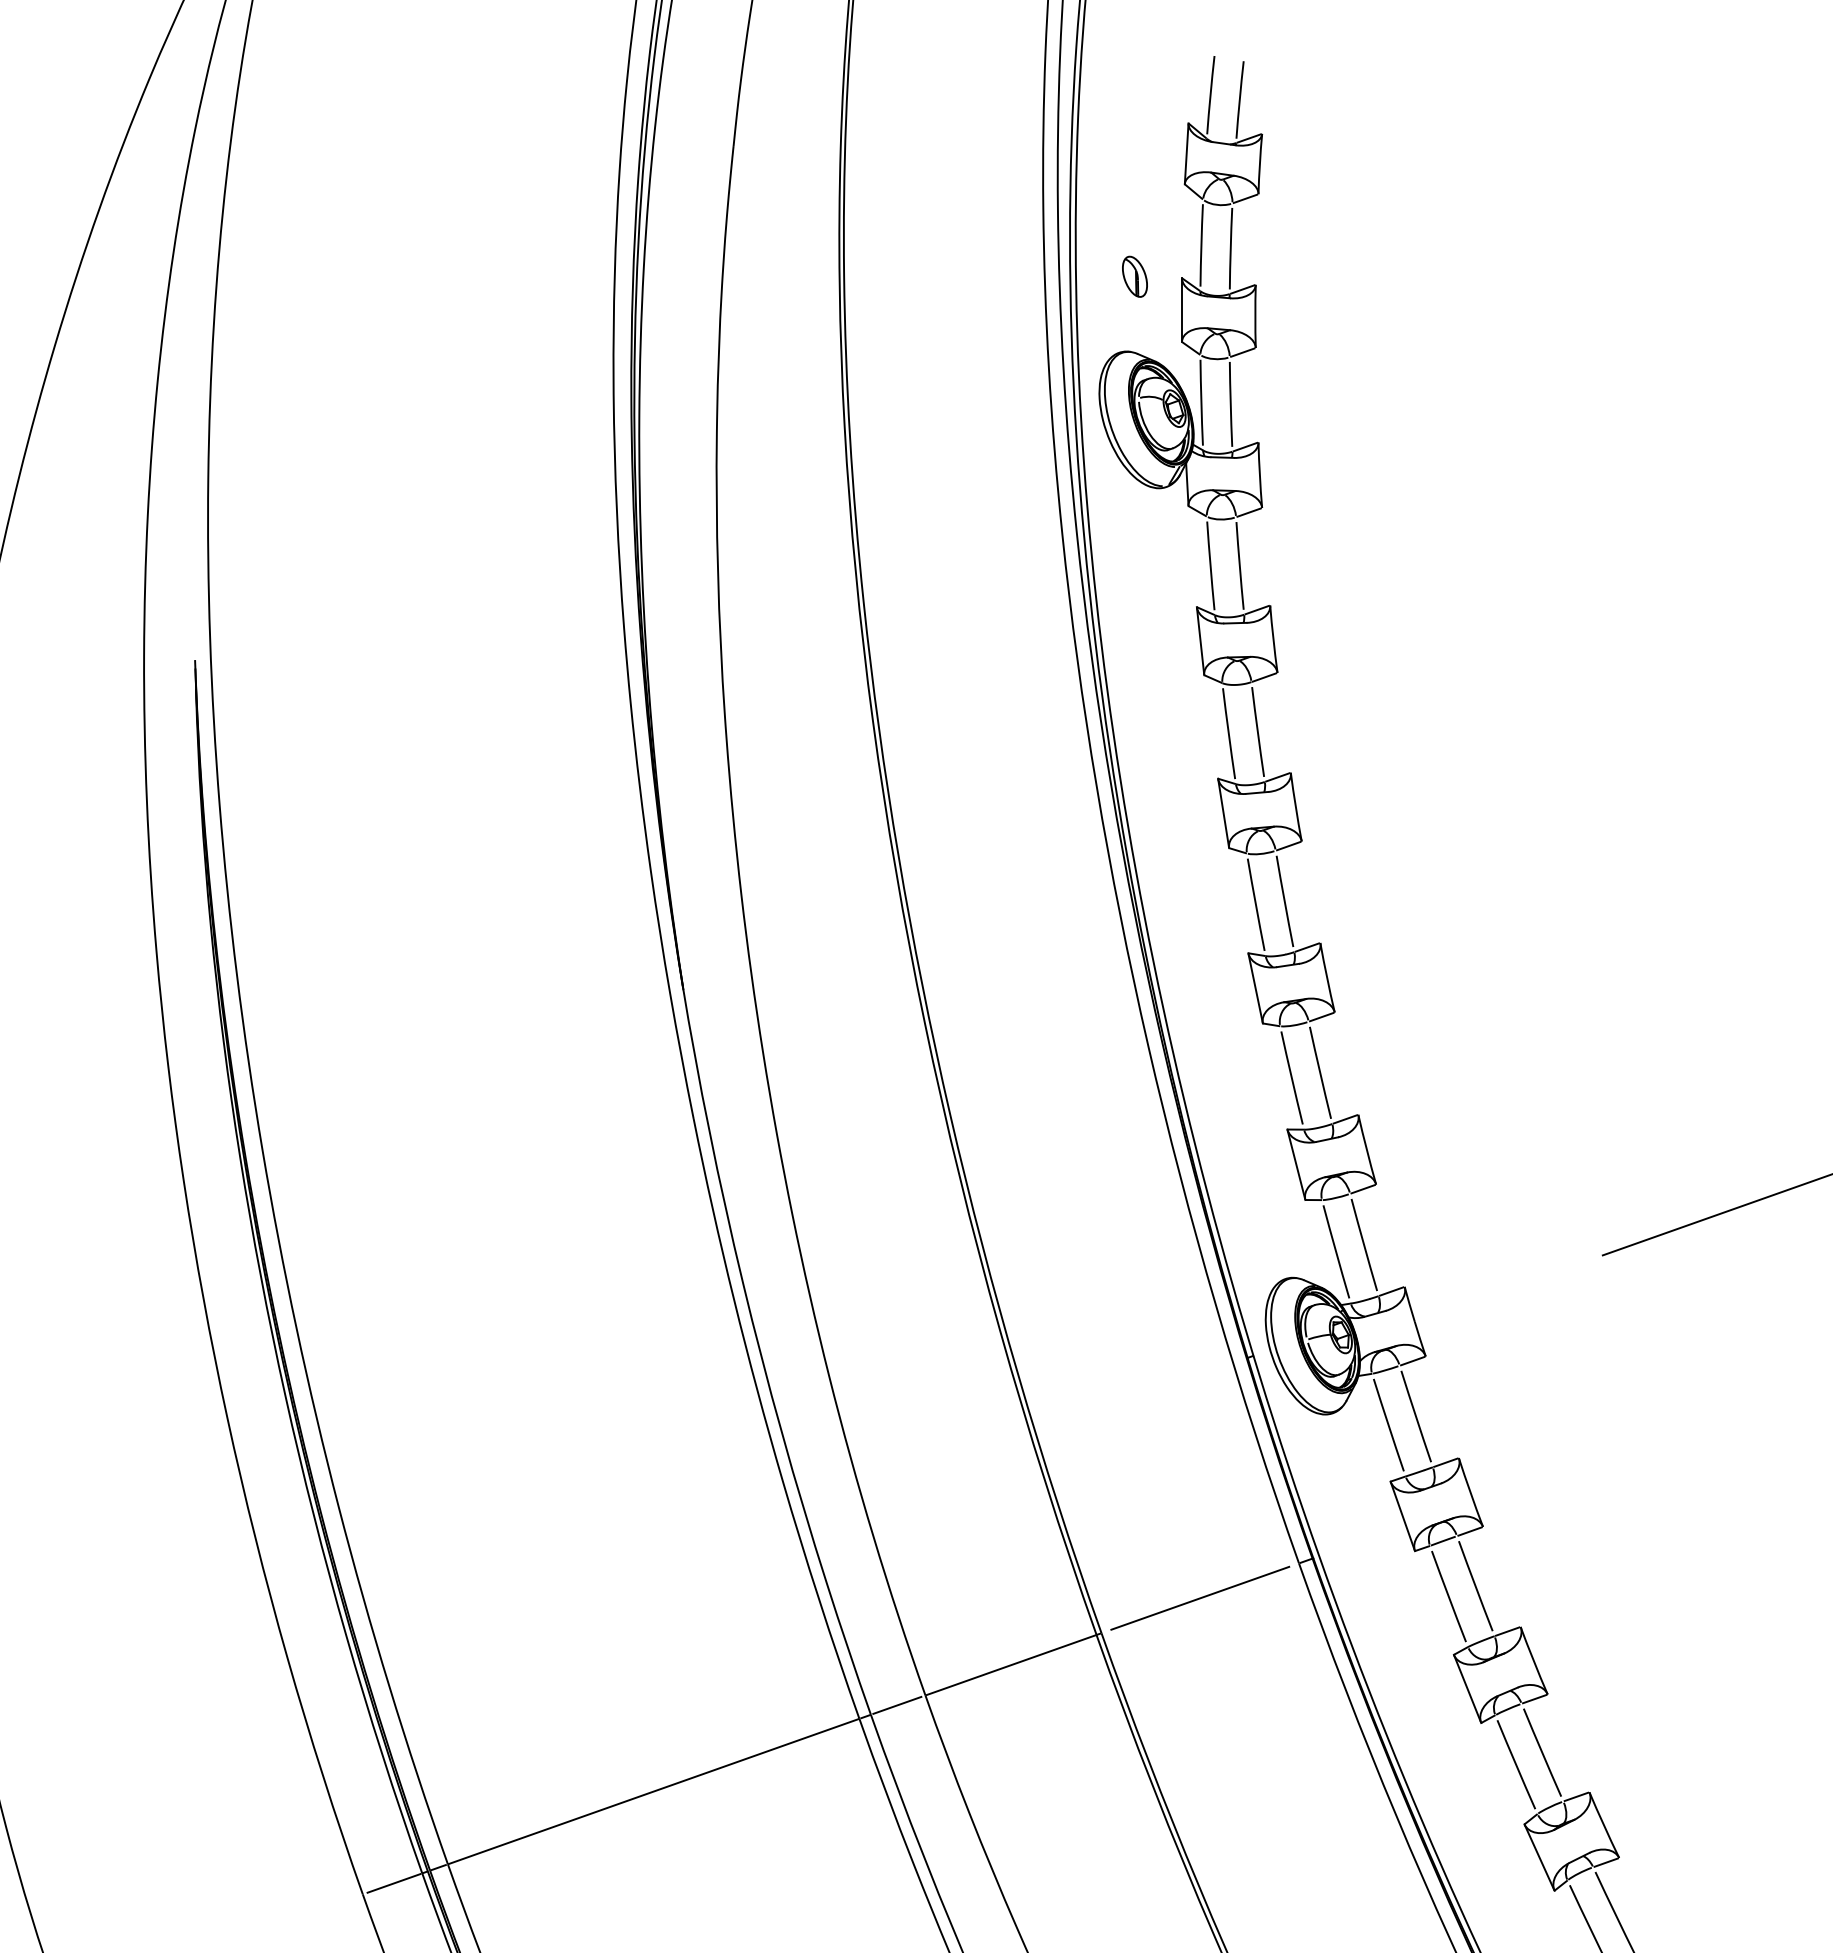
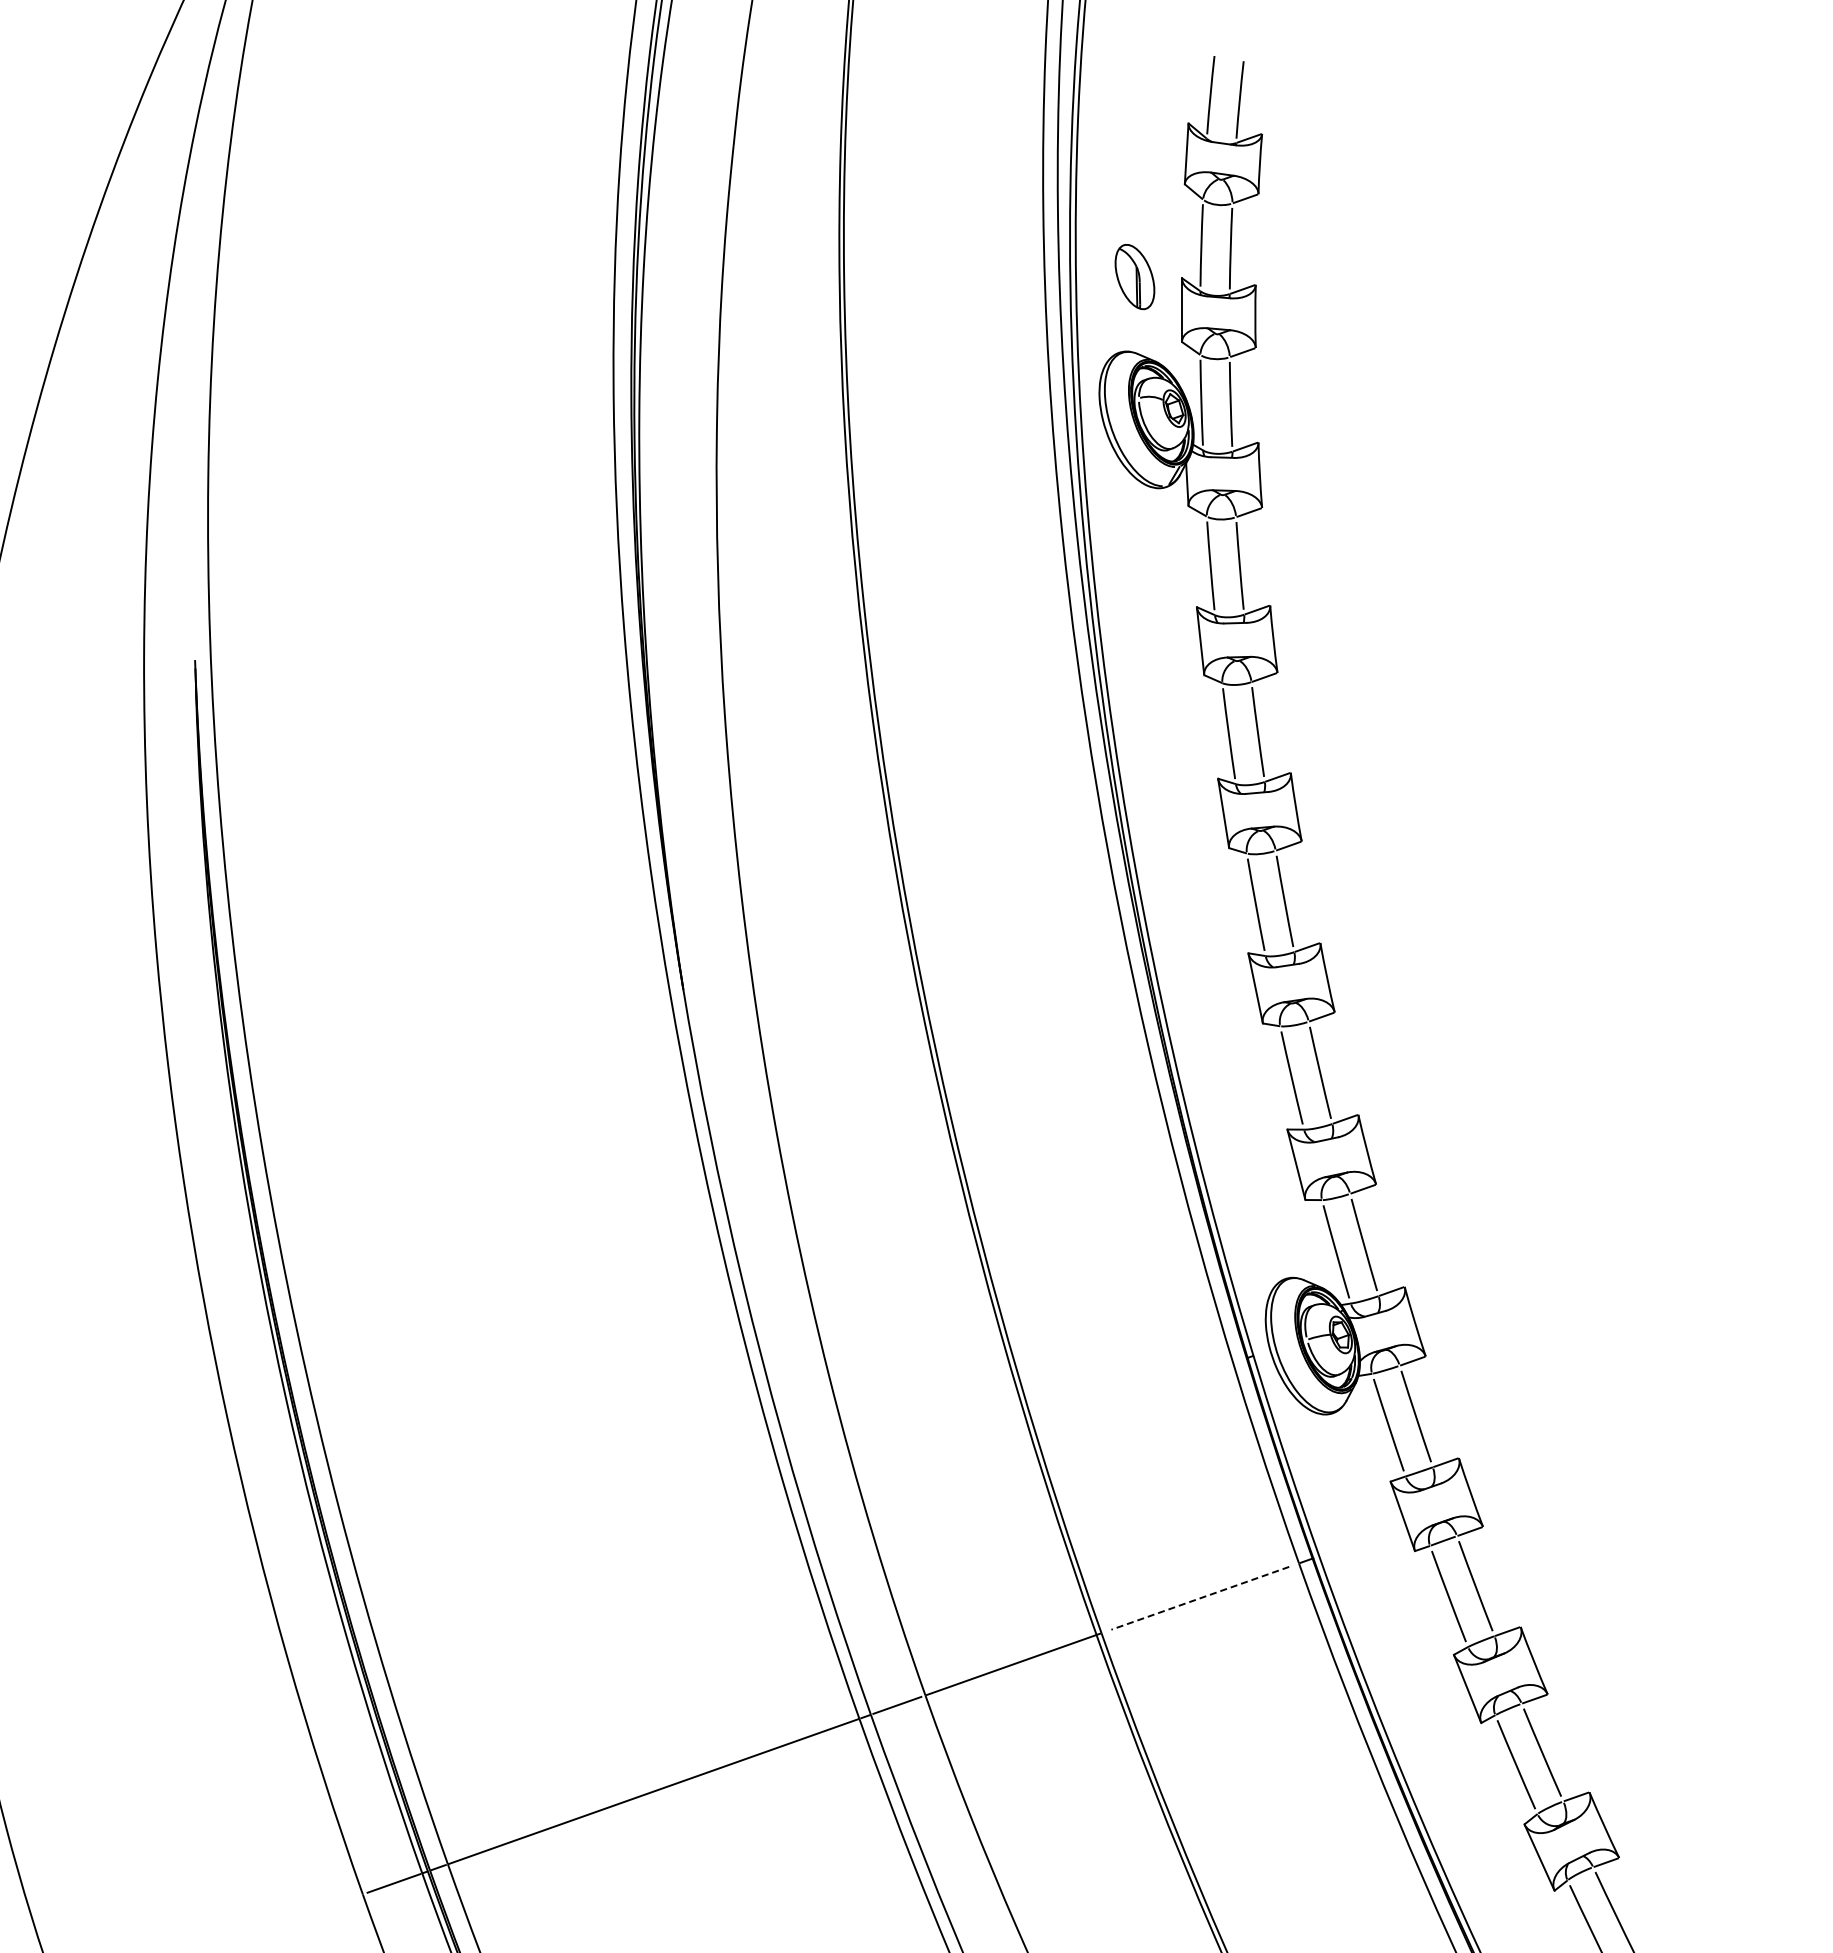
part at (1134, 276) size: 26x43 px -> 42x67 px
line at (1715, 1215): present -> none
line at (1199, 1598): solid -> dashed
